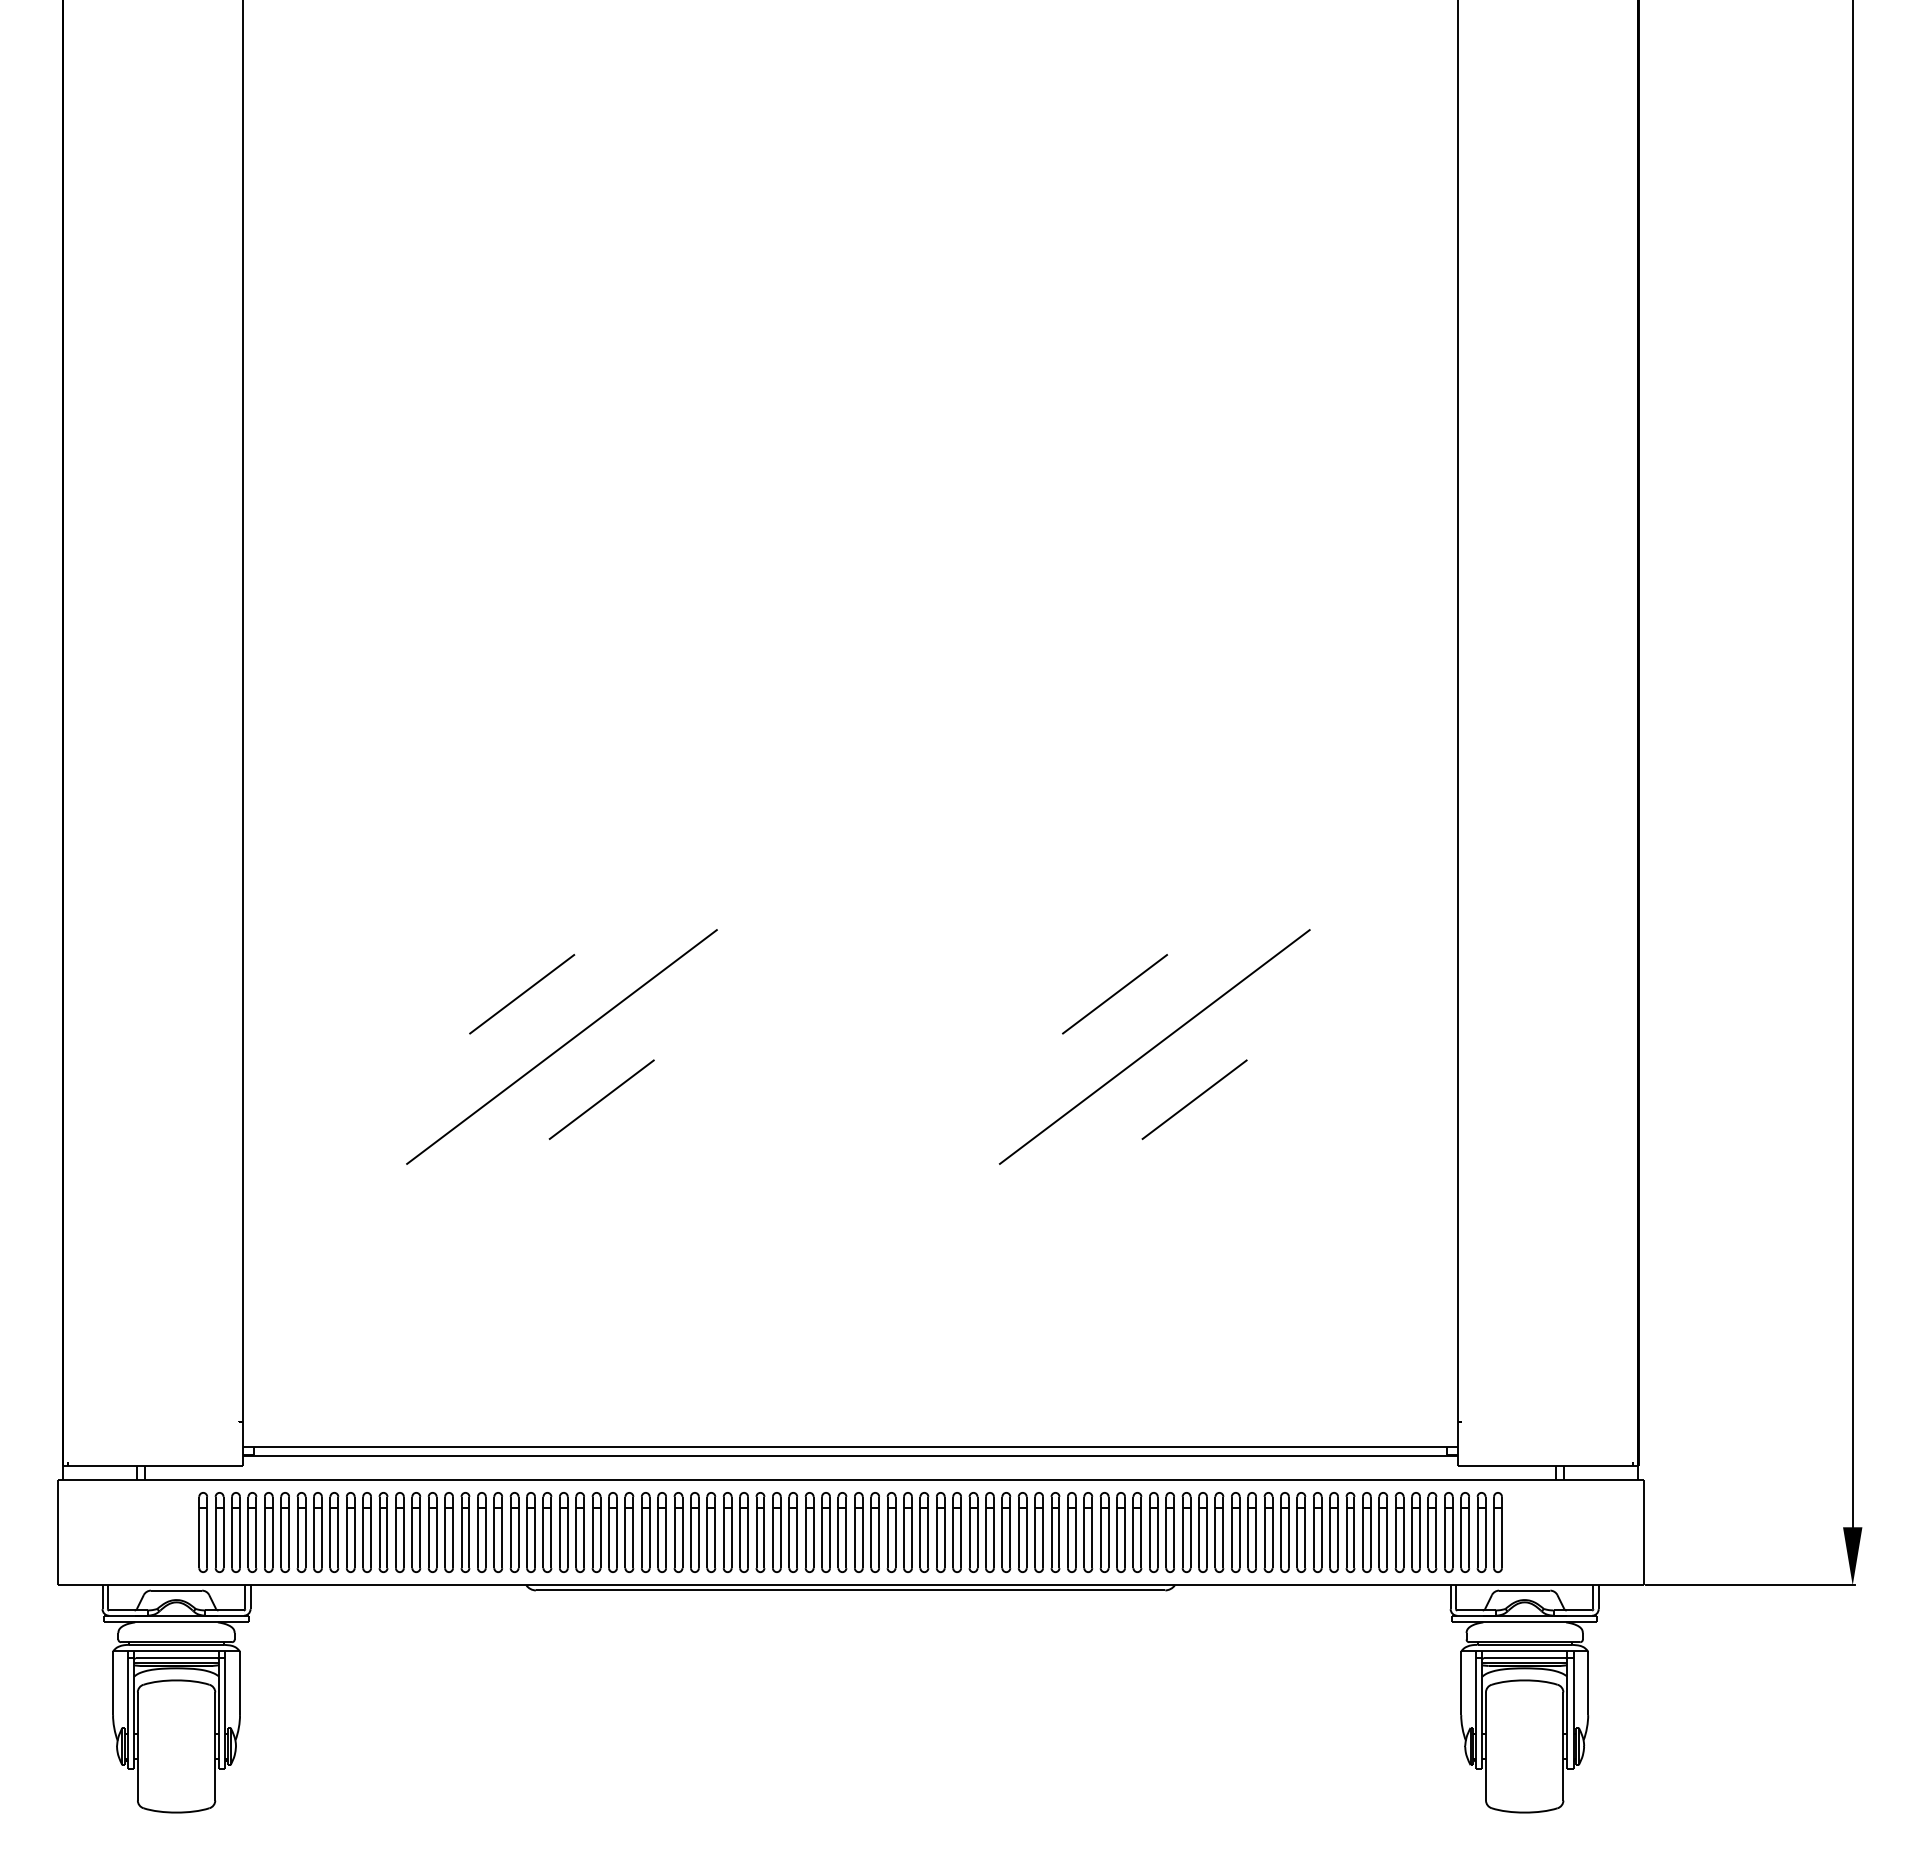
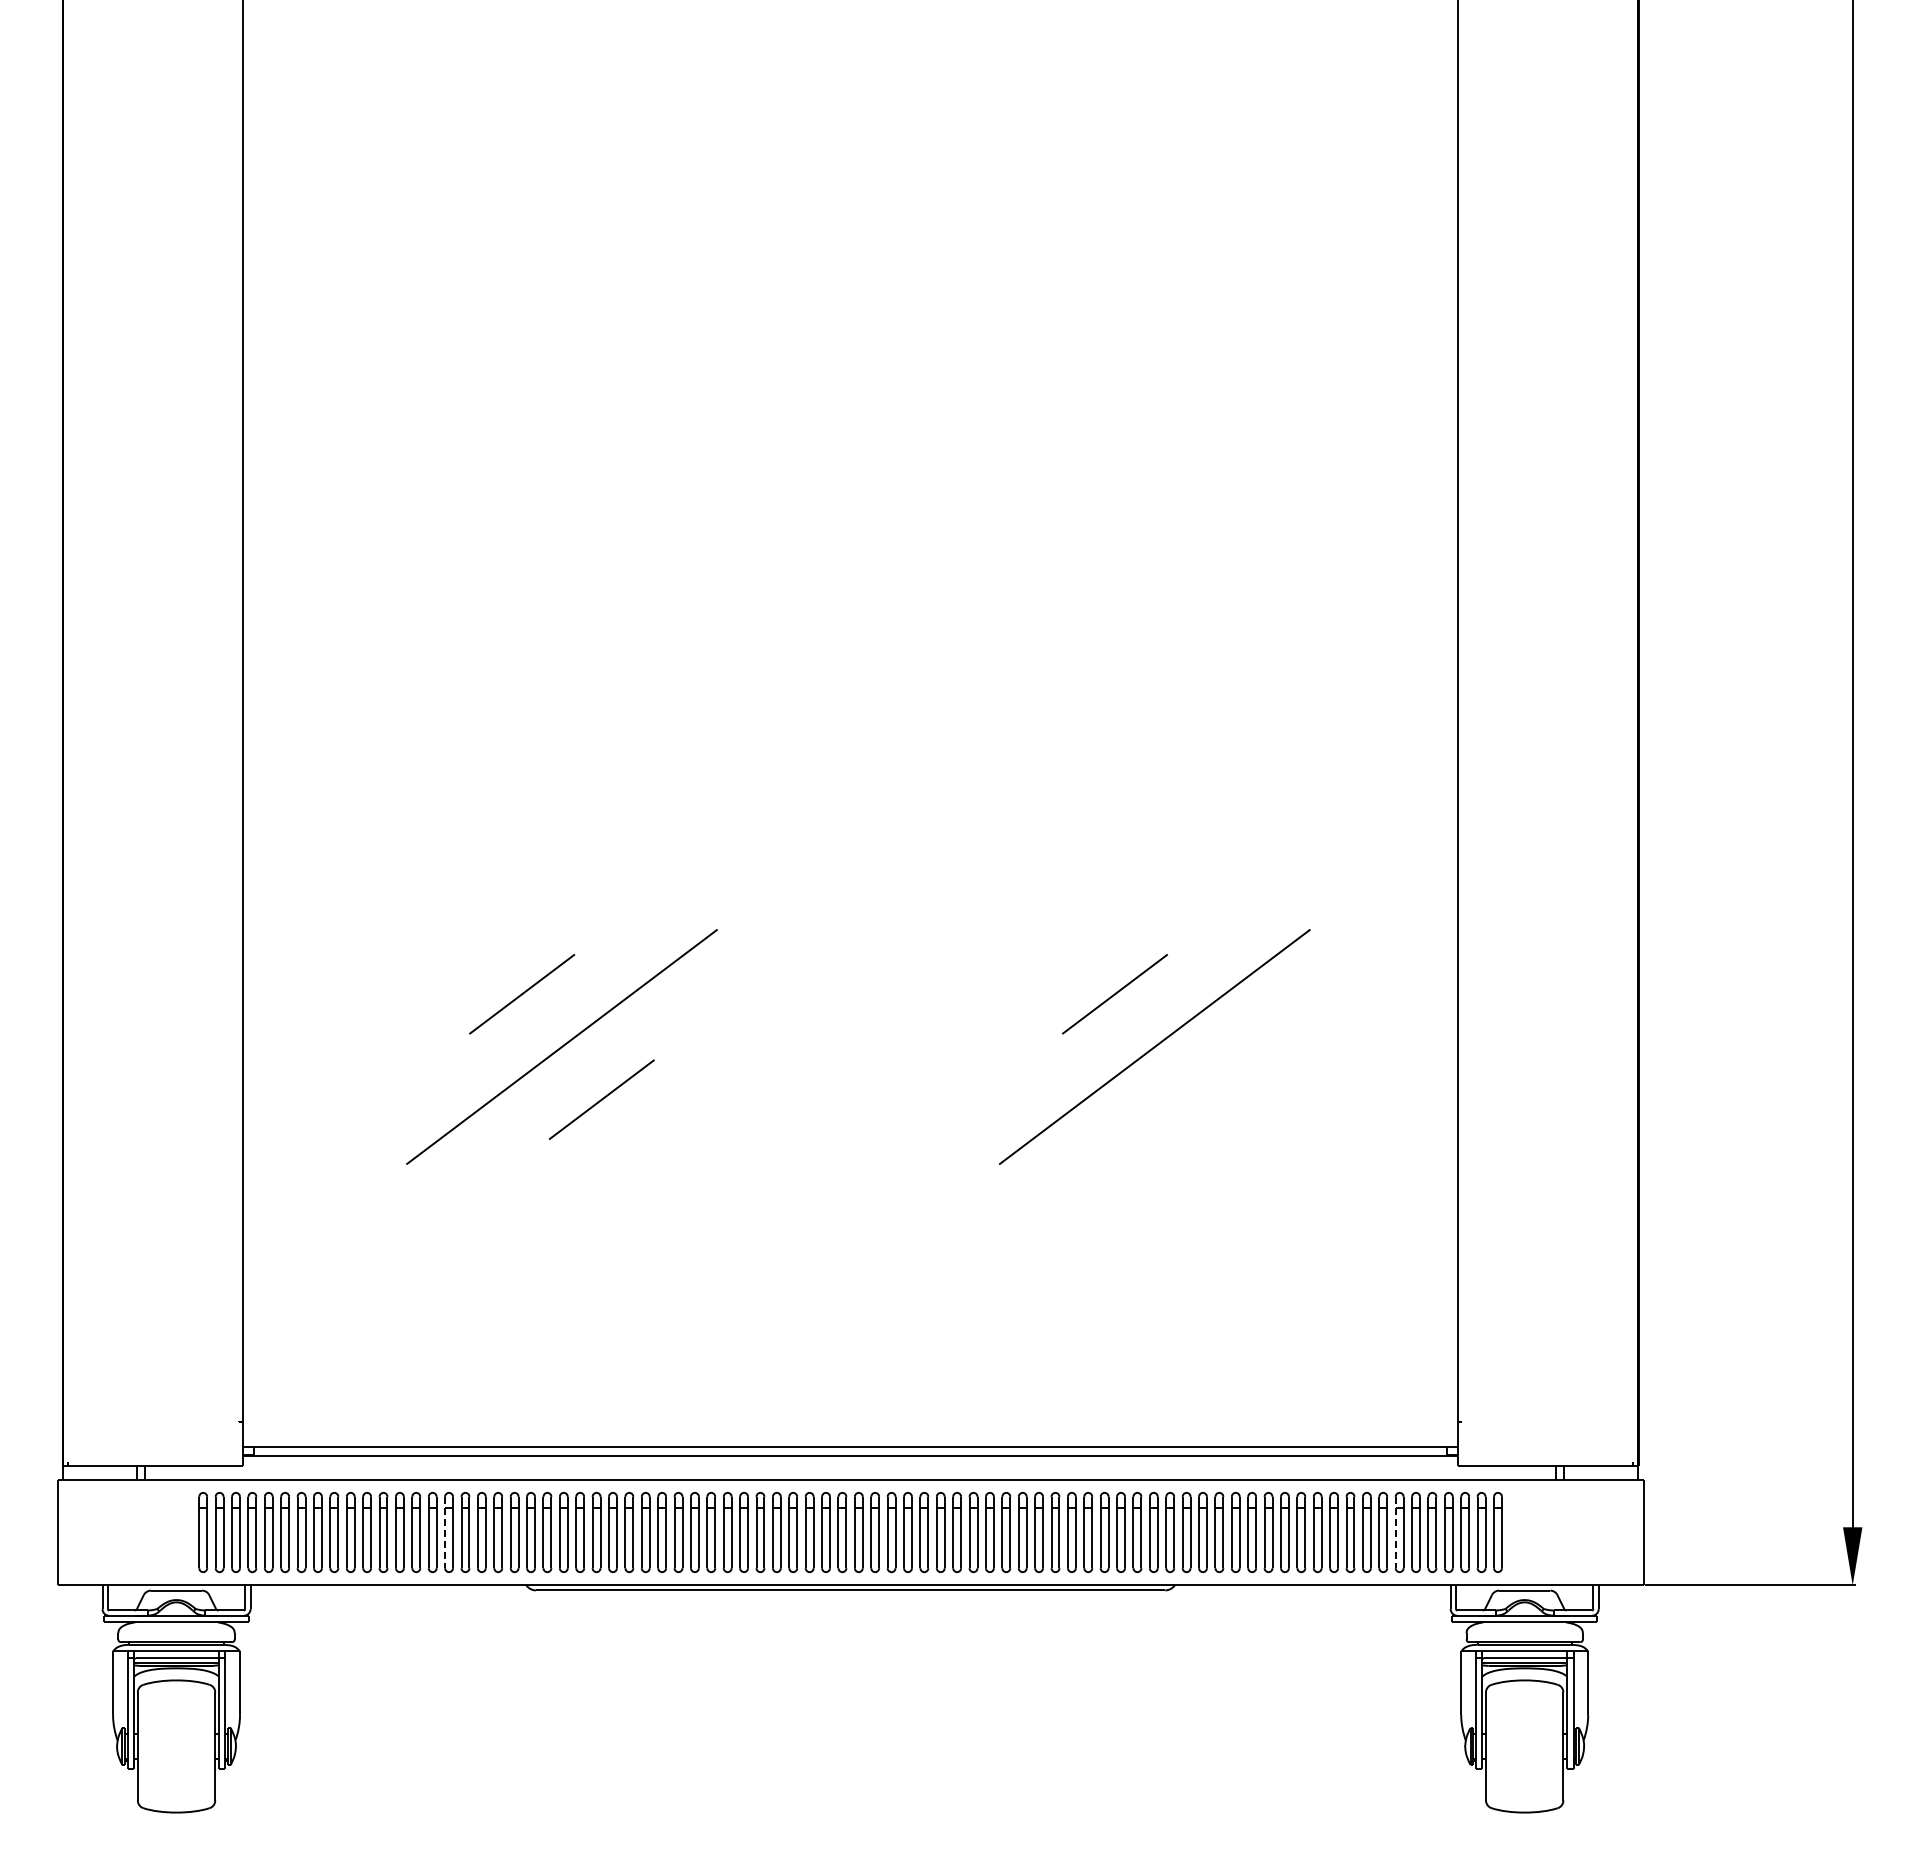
line at (1194, 1099): present -> none
line at (445, 1532): solid -> dashed
line at (1395, 1532): solid -> dashed
